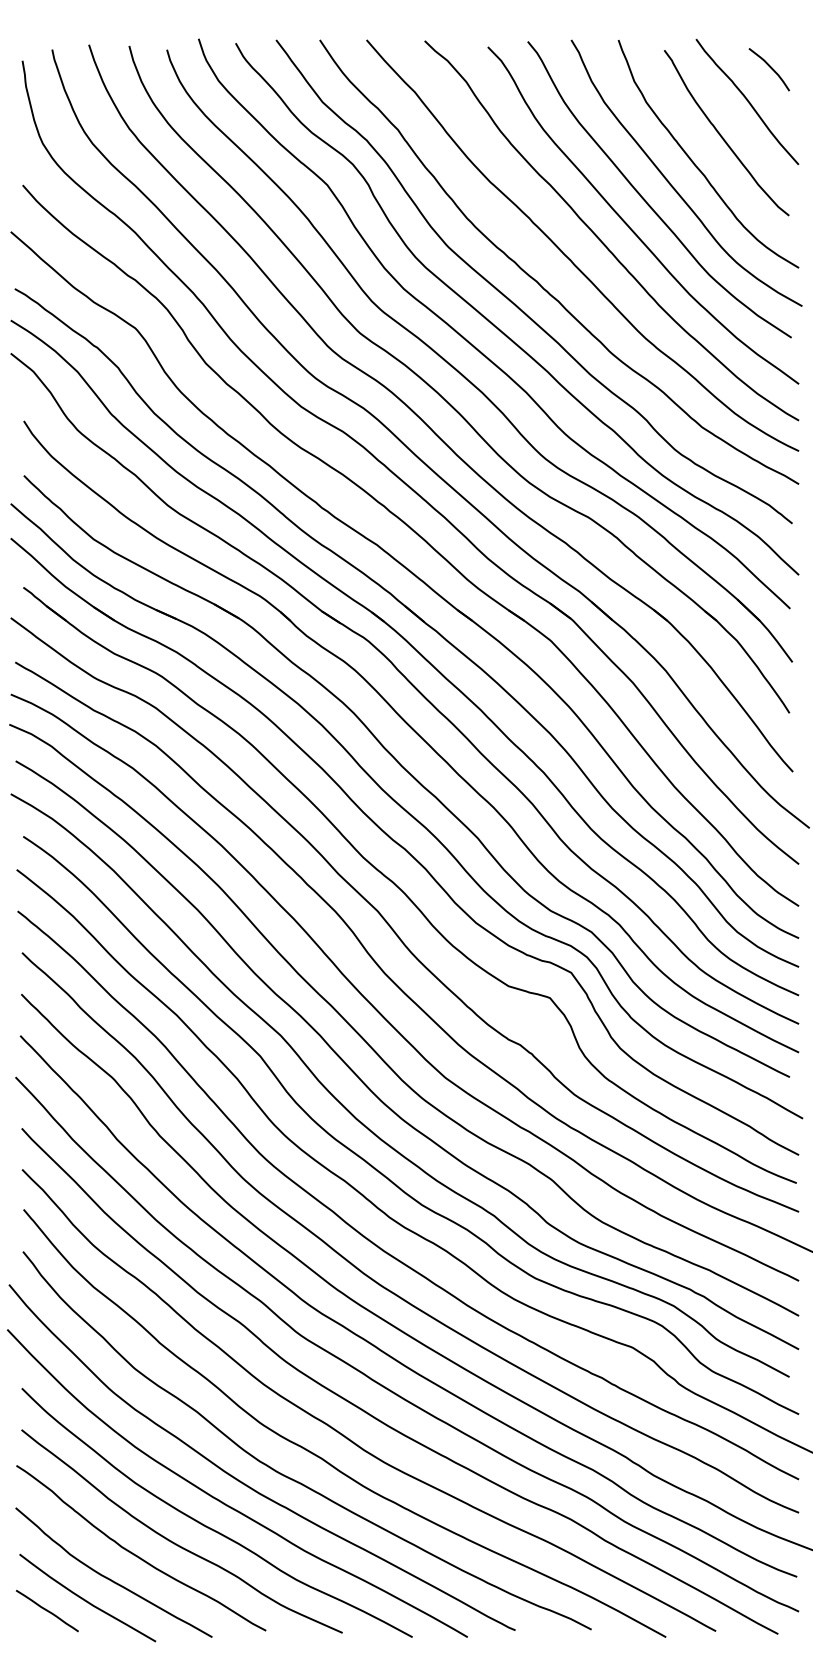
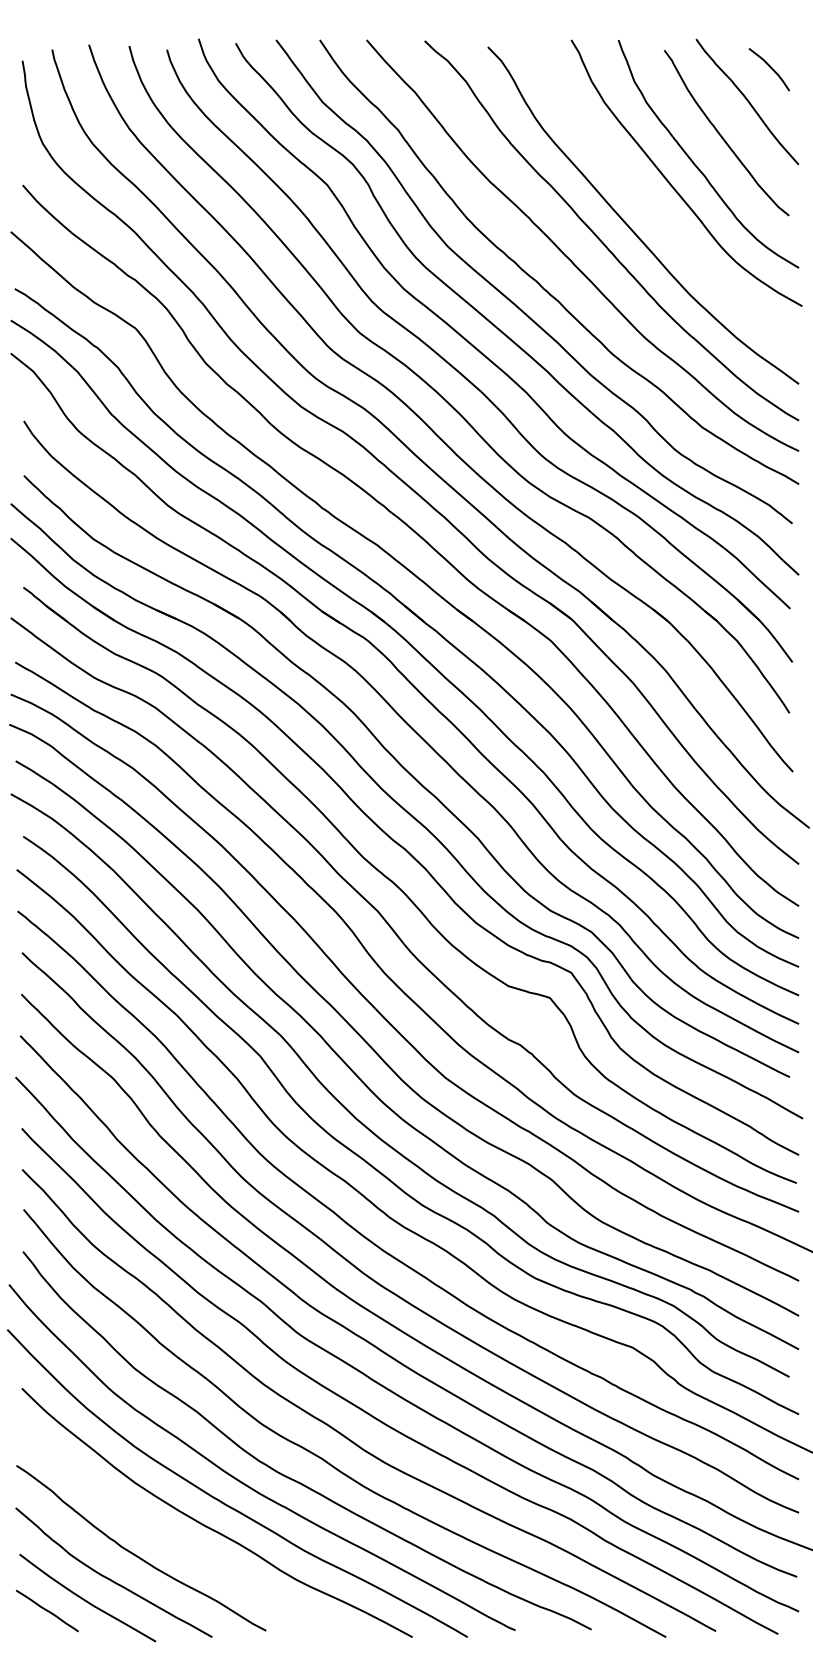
curve at (646, 200): present -> none
curve at (173, 1541): present -> none
